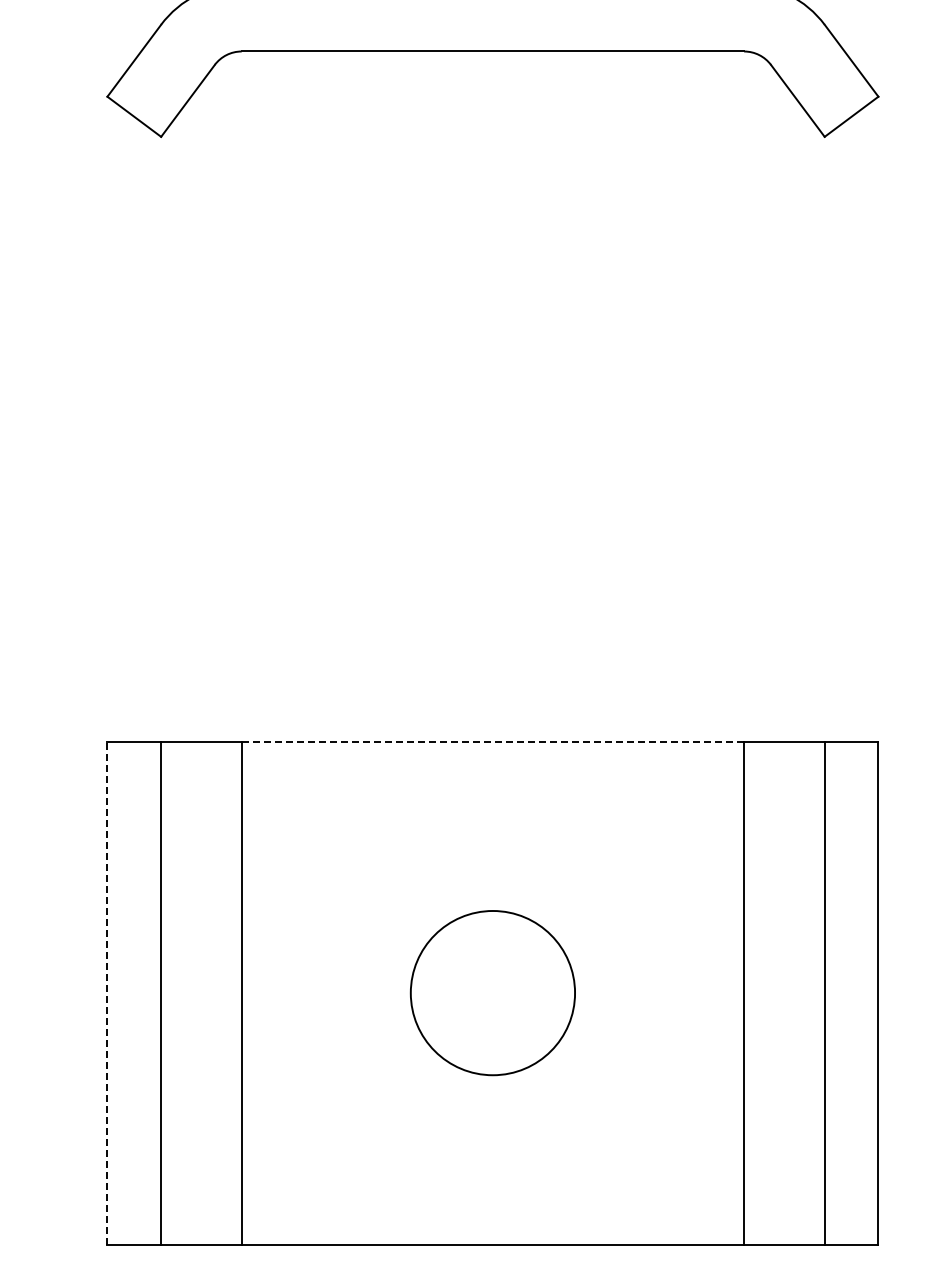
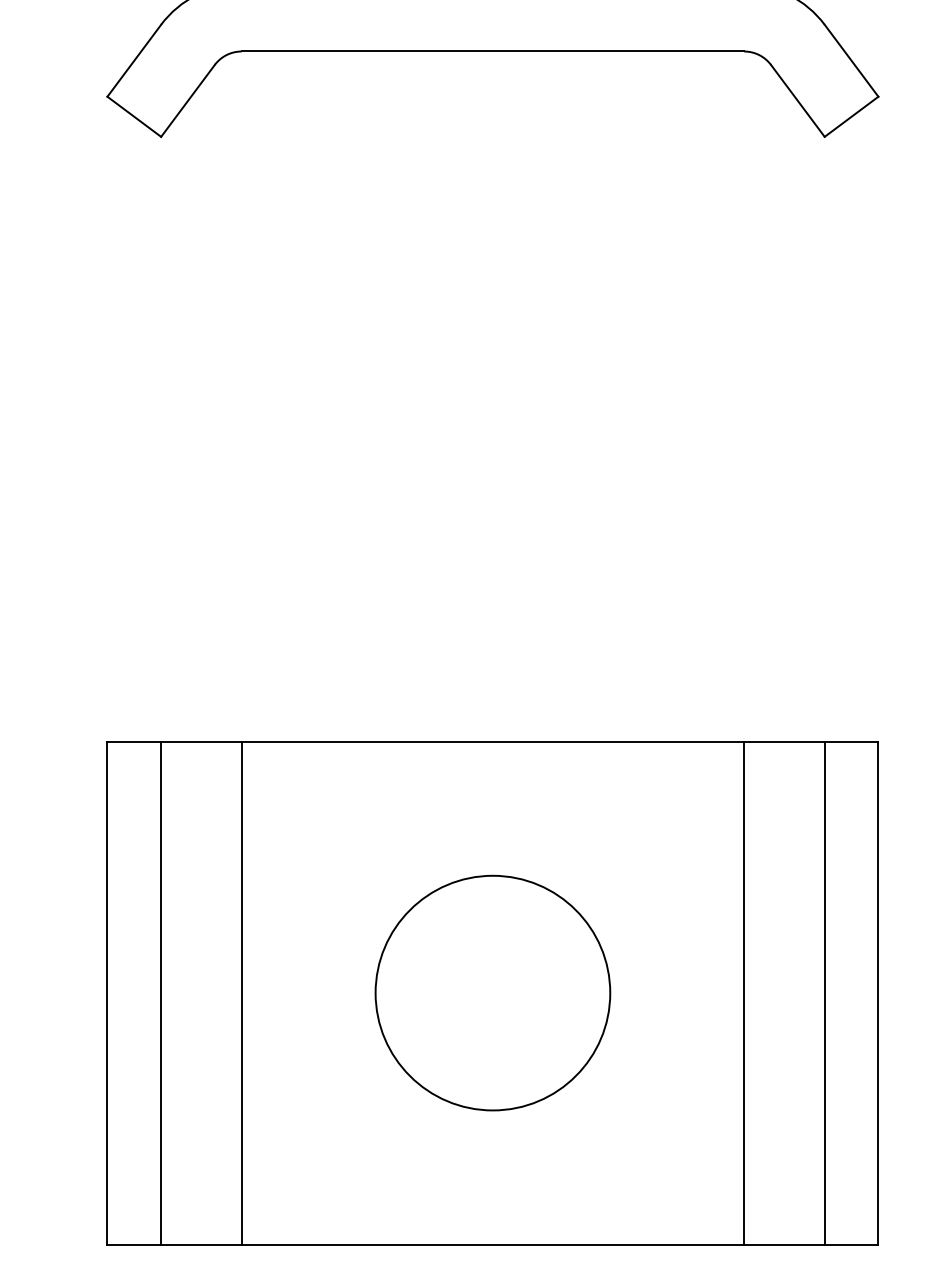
line at (492, 741): dashed -> solid
line at (107, 992): dashed -> solid
circle at (492, 992) diameter: 164 px -> 235 px
